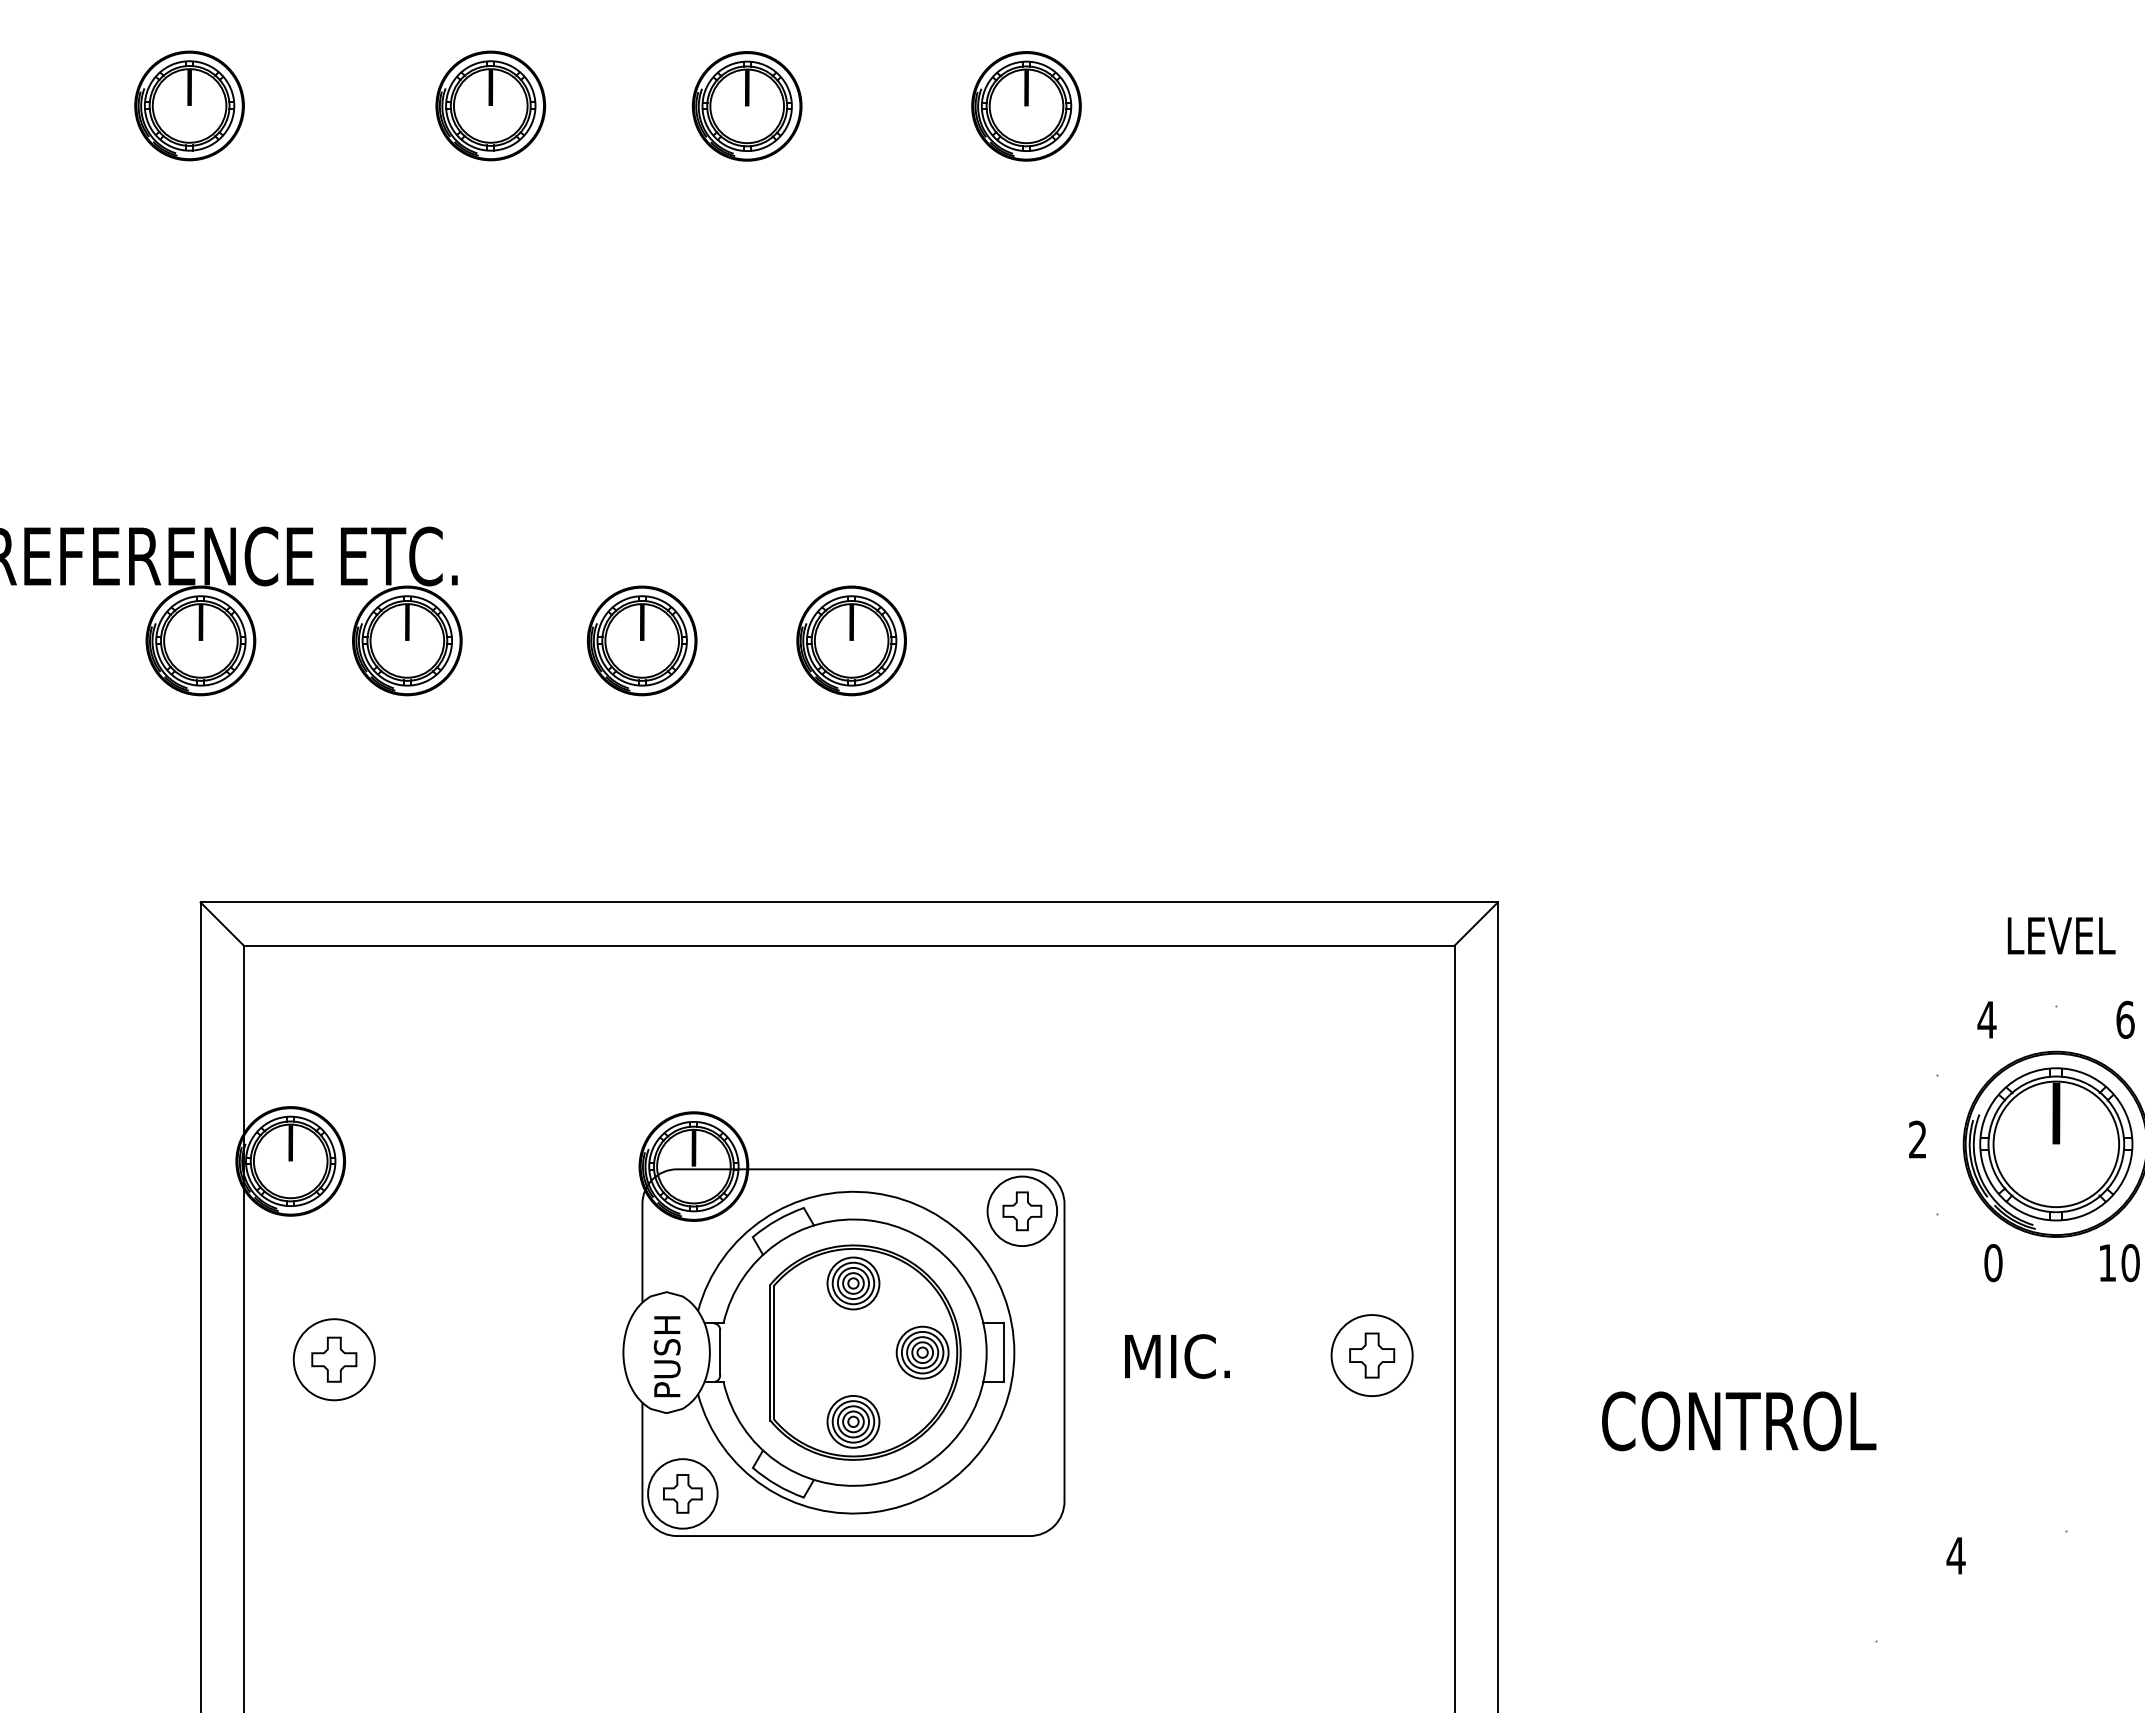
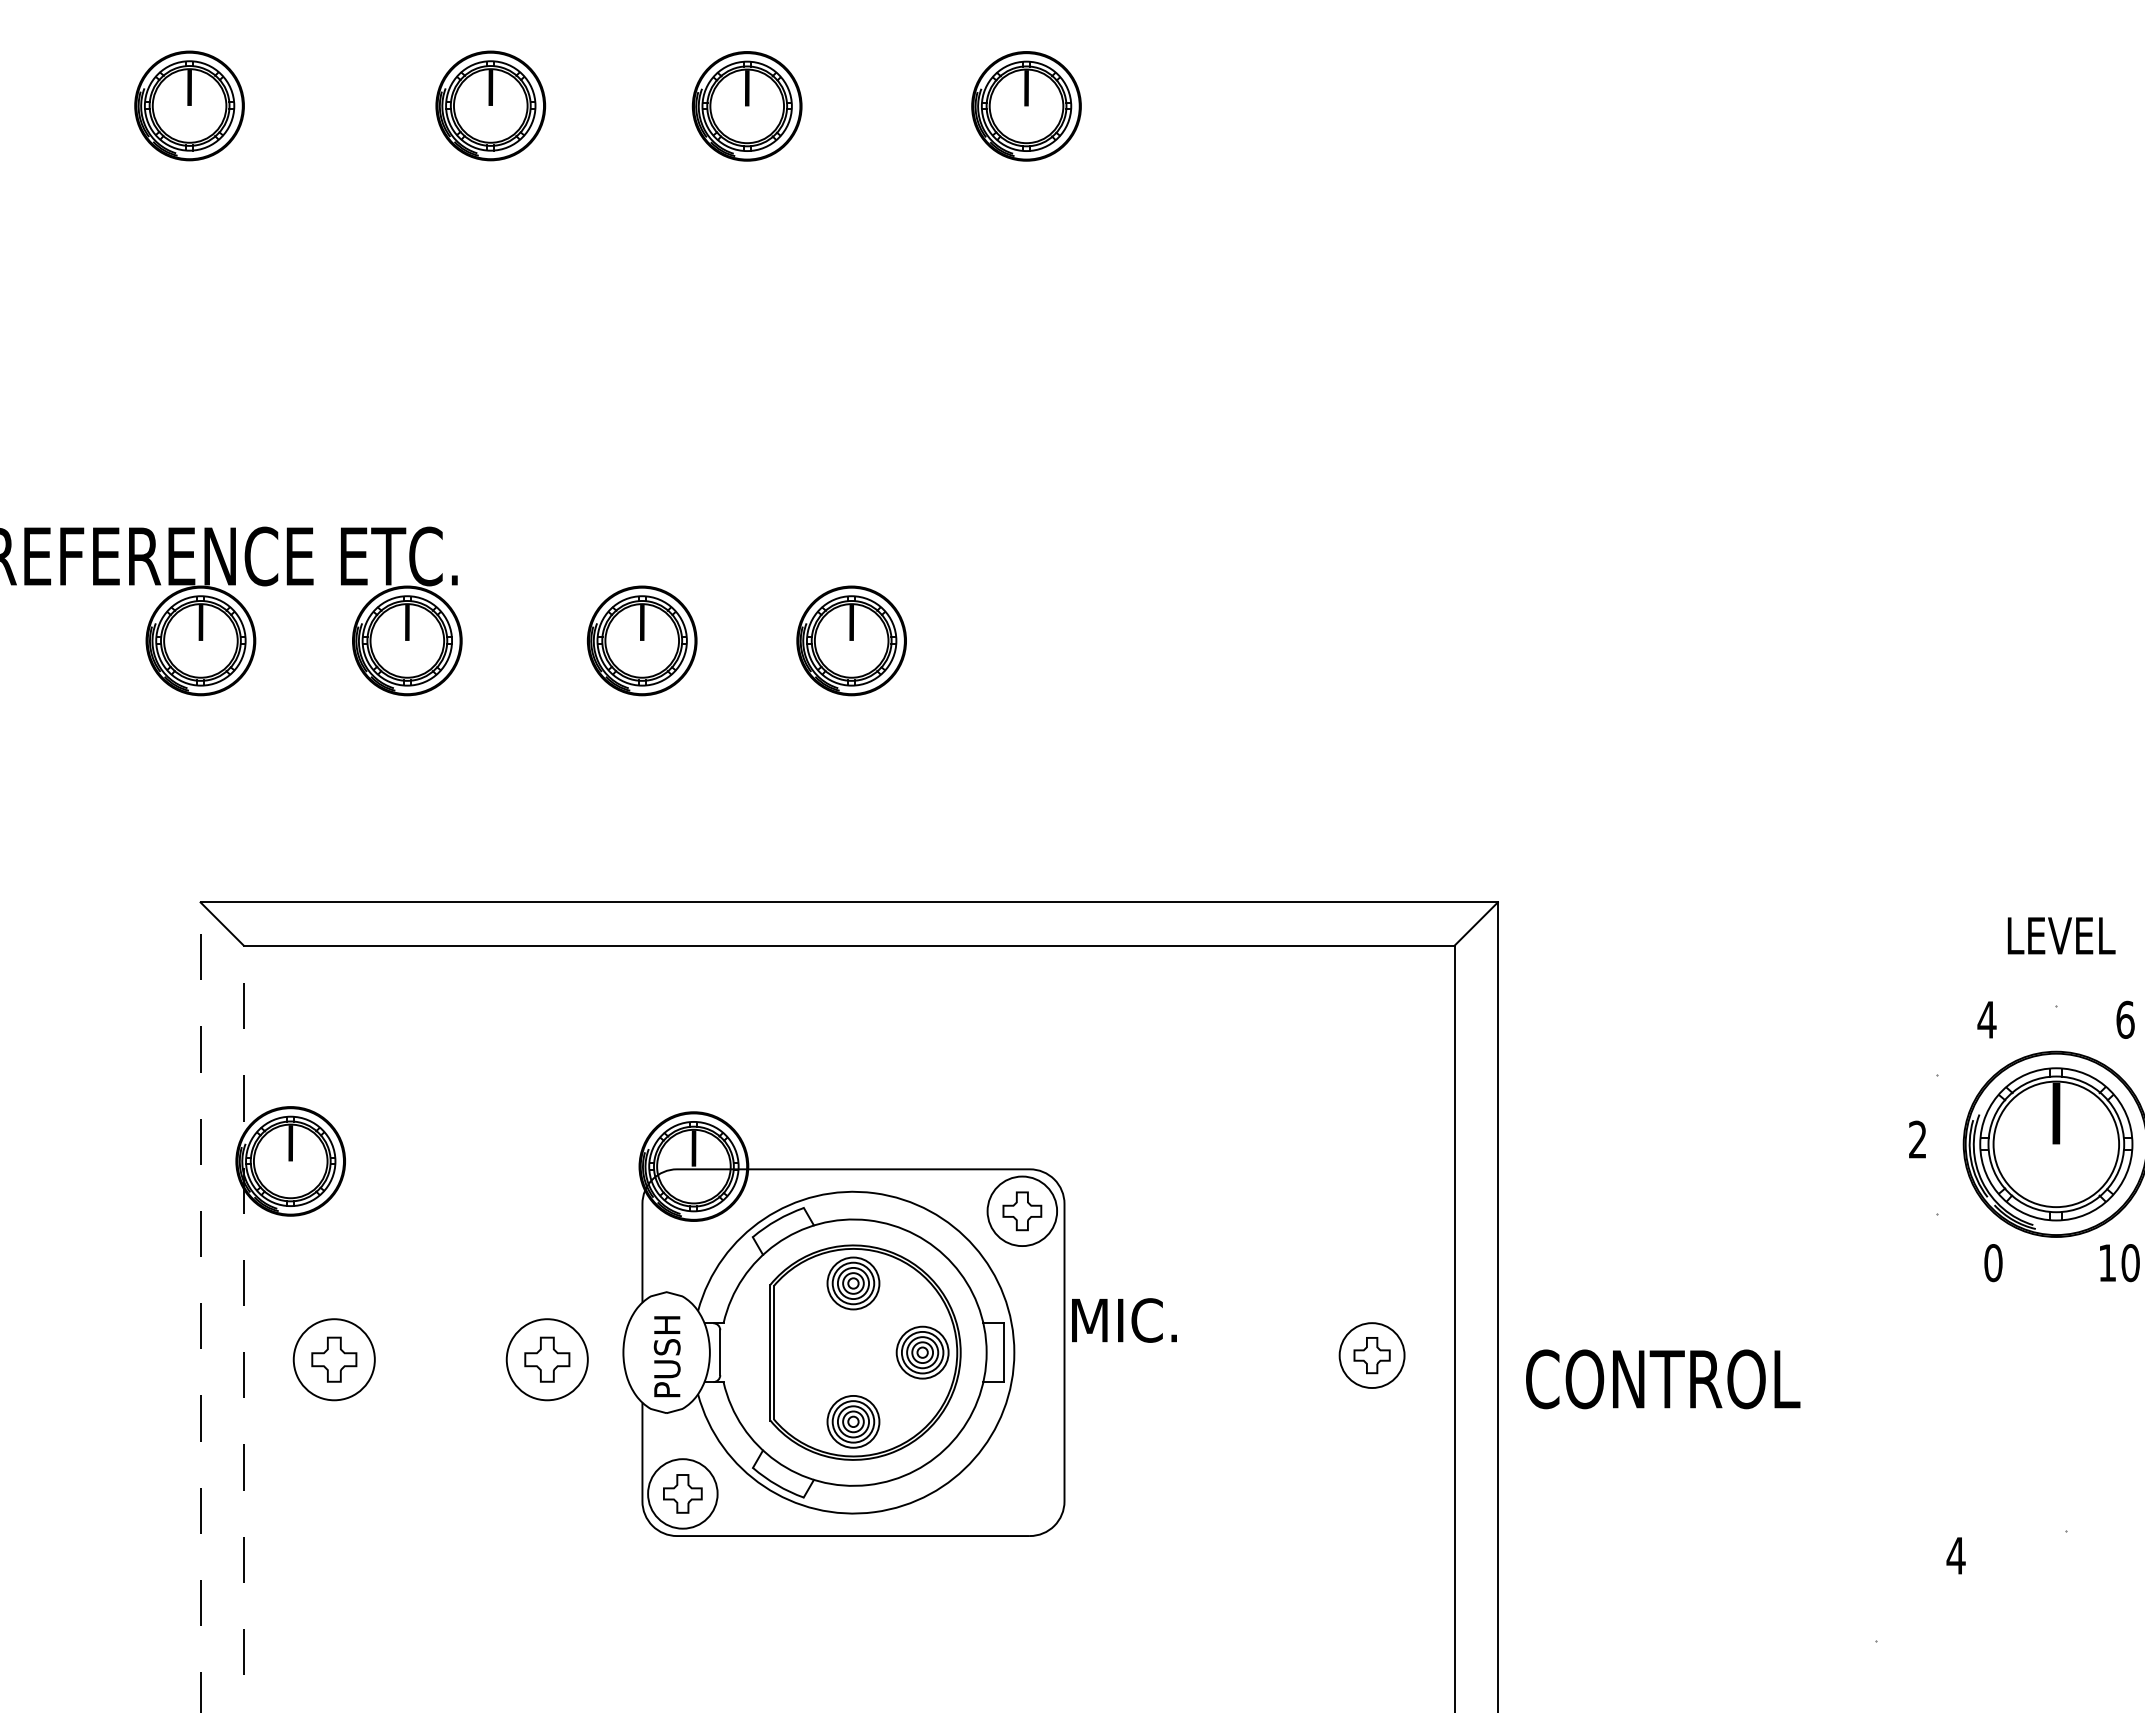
line at (200, 1307): solid -> dashed
line at (243, 1328): solid -> dashed
part at (1371, 1355) size: 84x83 px -> 68x67 px
text at (1177, 1356) position: (1177, 1356) -> (1124, 1320)
part at (546, 1359): none -> present
text at (1739, 1421) position: (1739, 1421) -> (1663, 1379)
